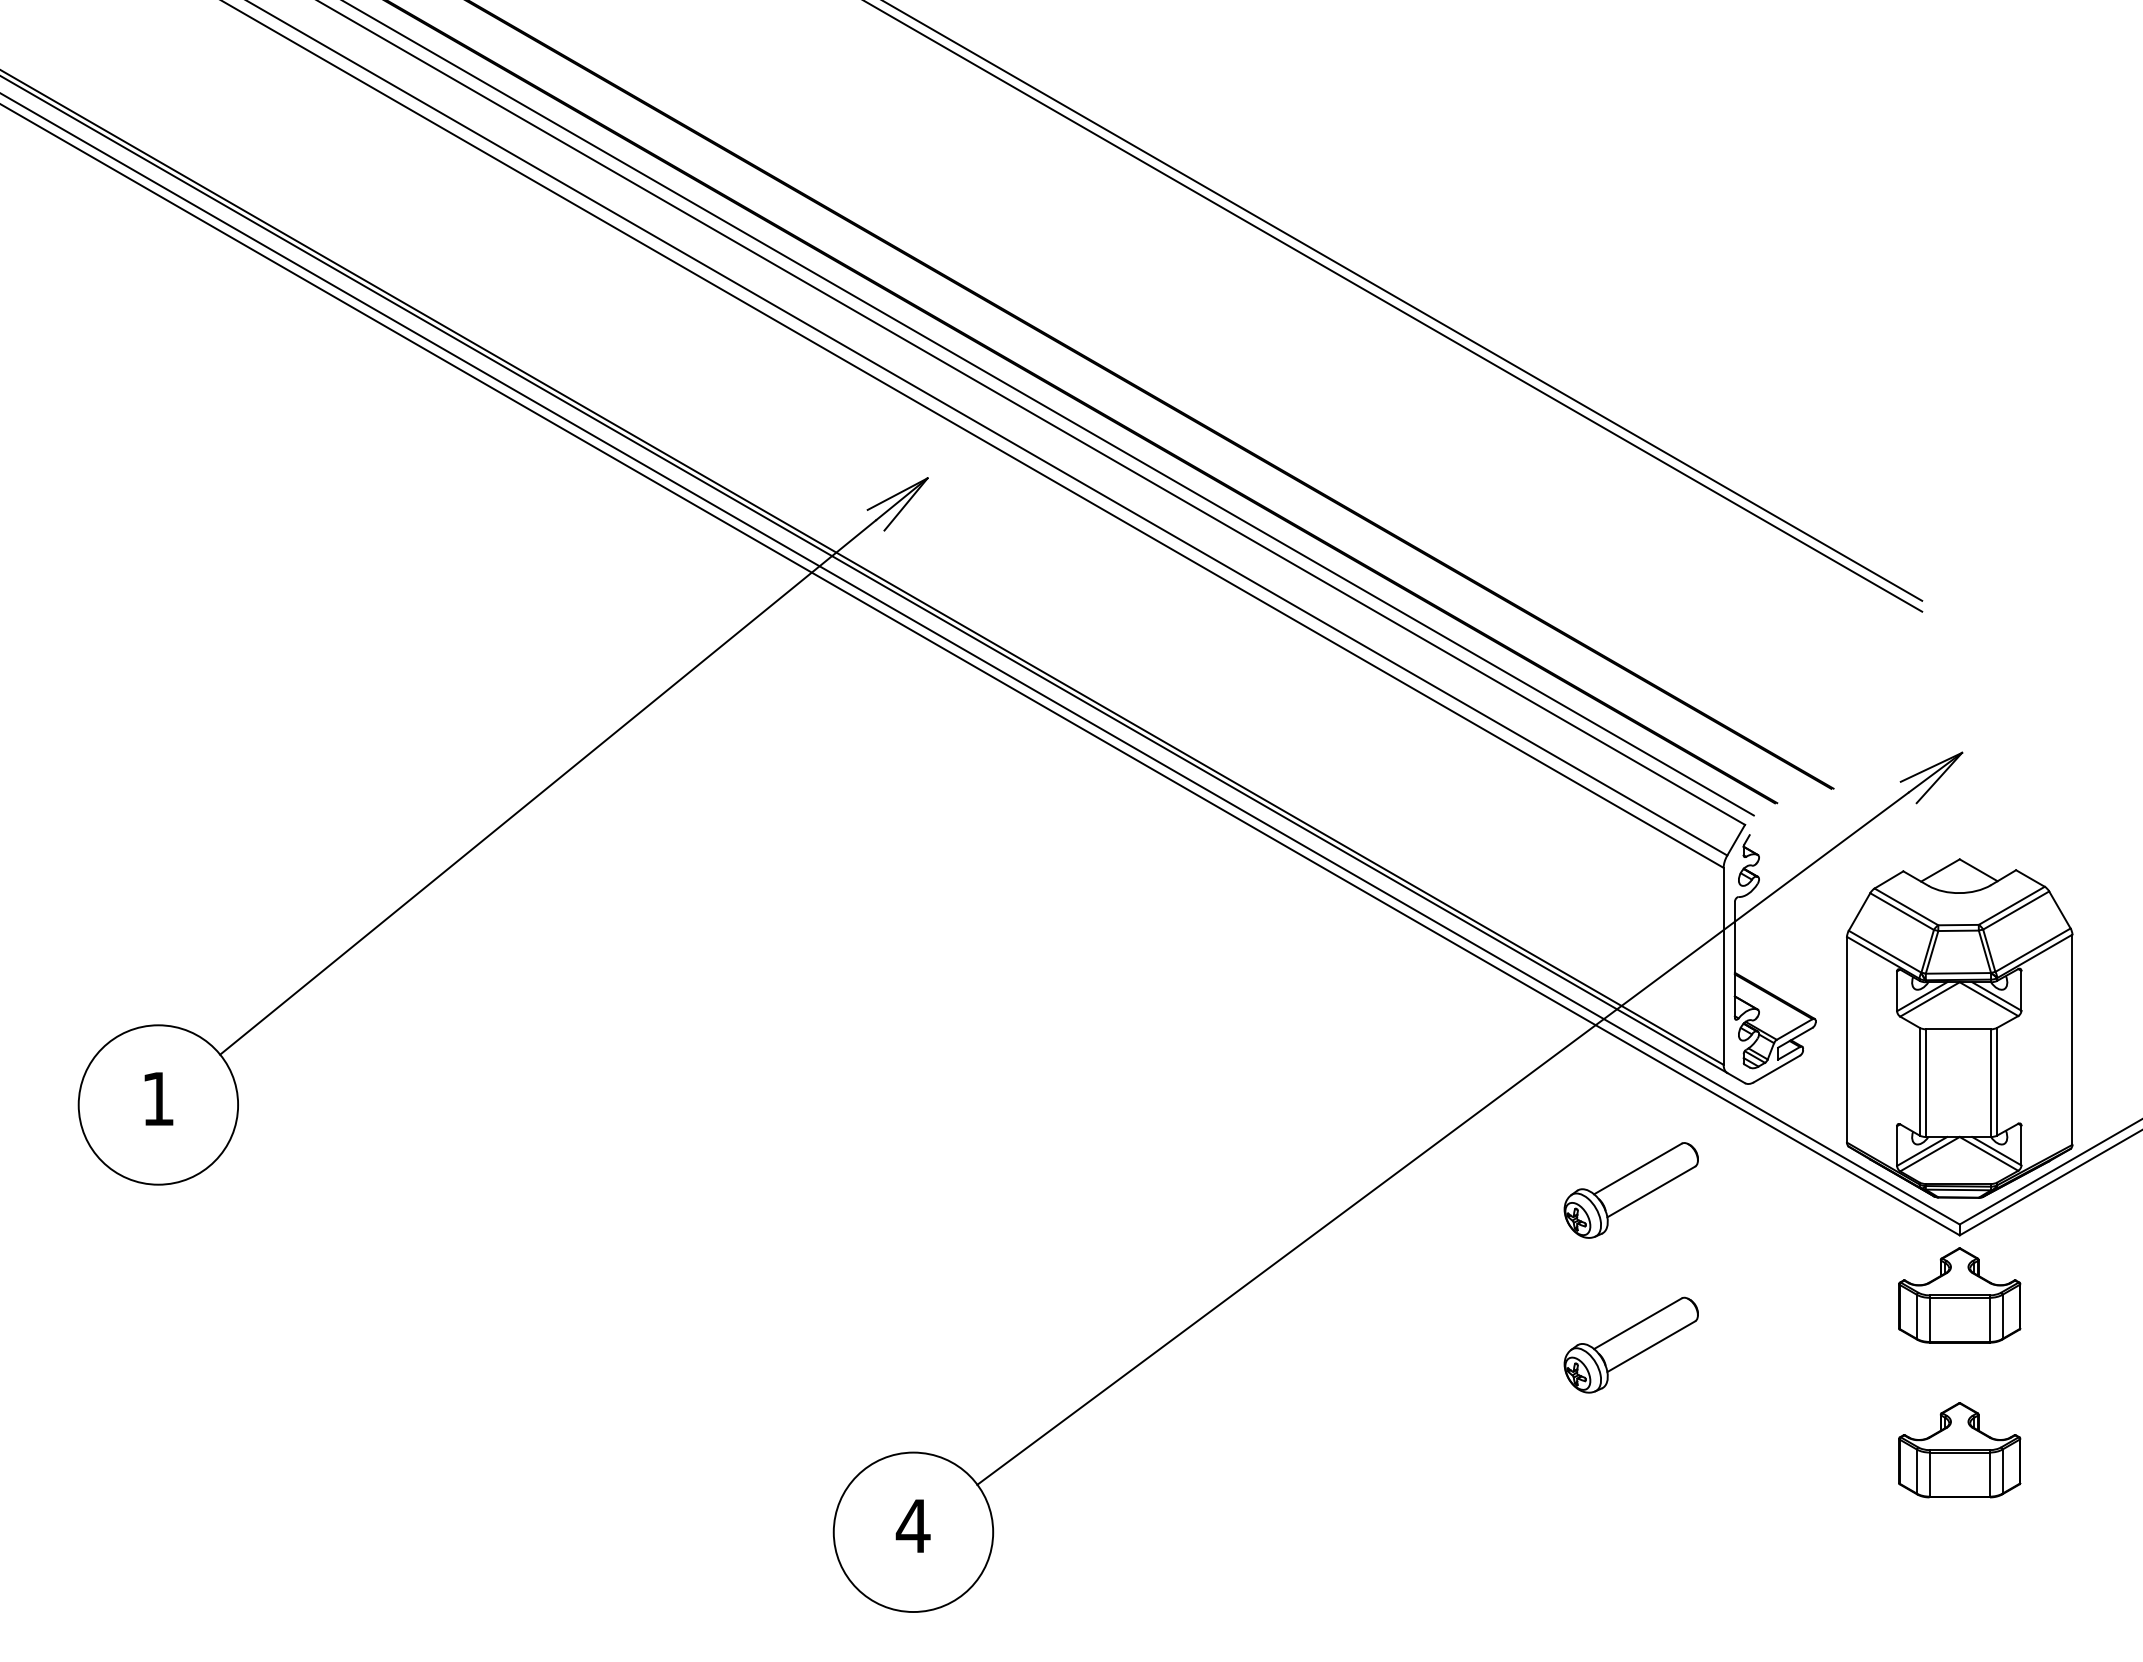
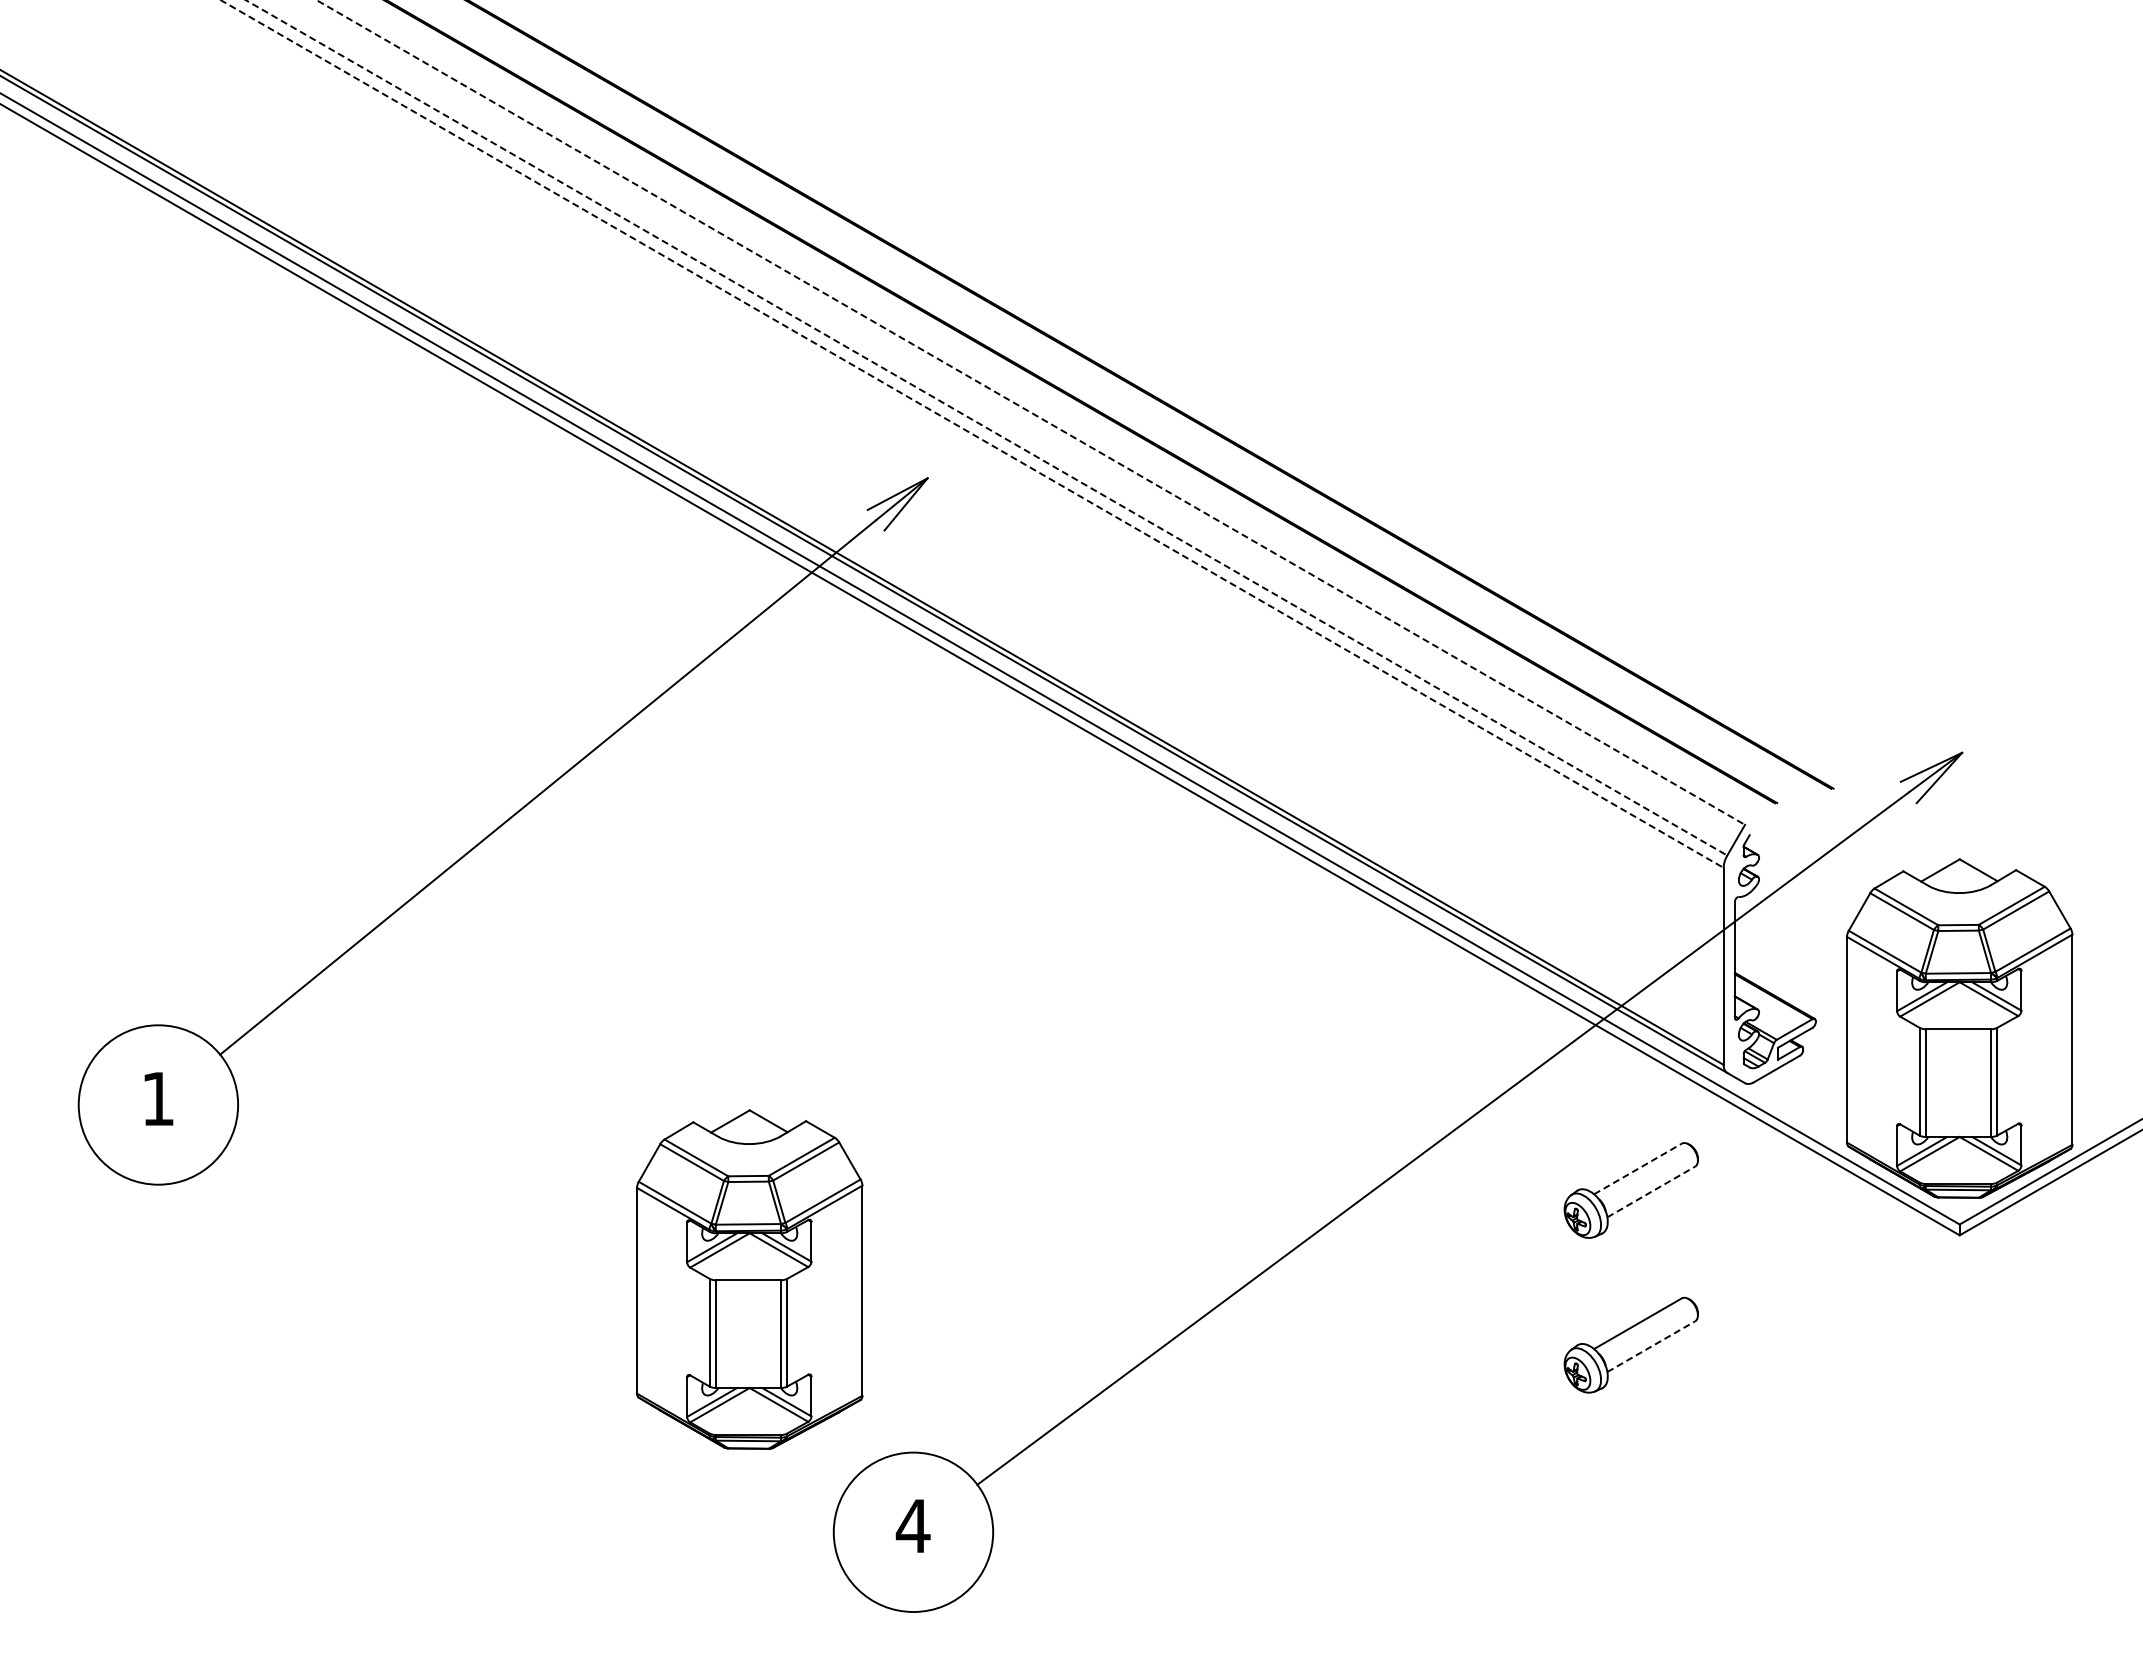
line at (1403, 301): present -> none
line at (1394, 306): present -> none
line at (1049, 408): present -> none
line at (1030, 412): solid -> dashed
line at (987, 428): solid -> dashed
line at (972, 434): solid -> dashed
line at (1638, 1168): solid -> dashed
line at (1651, 1191): solid -> dashed
part at (749, 1279): none -> present
part at (1959, 1295): present -> none
line at (1651, 1346): solid -> dashed
part at (1959, 1450): present -> none
